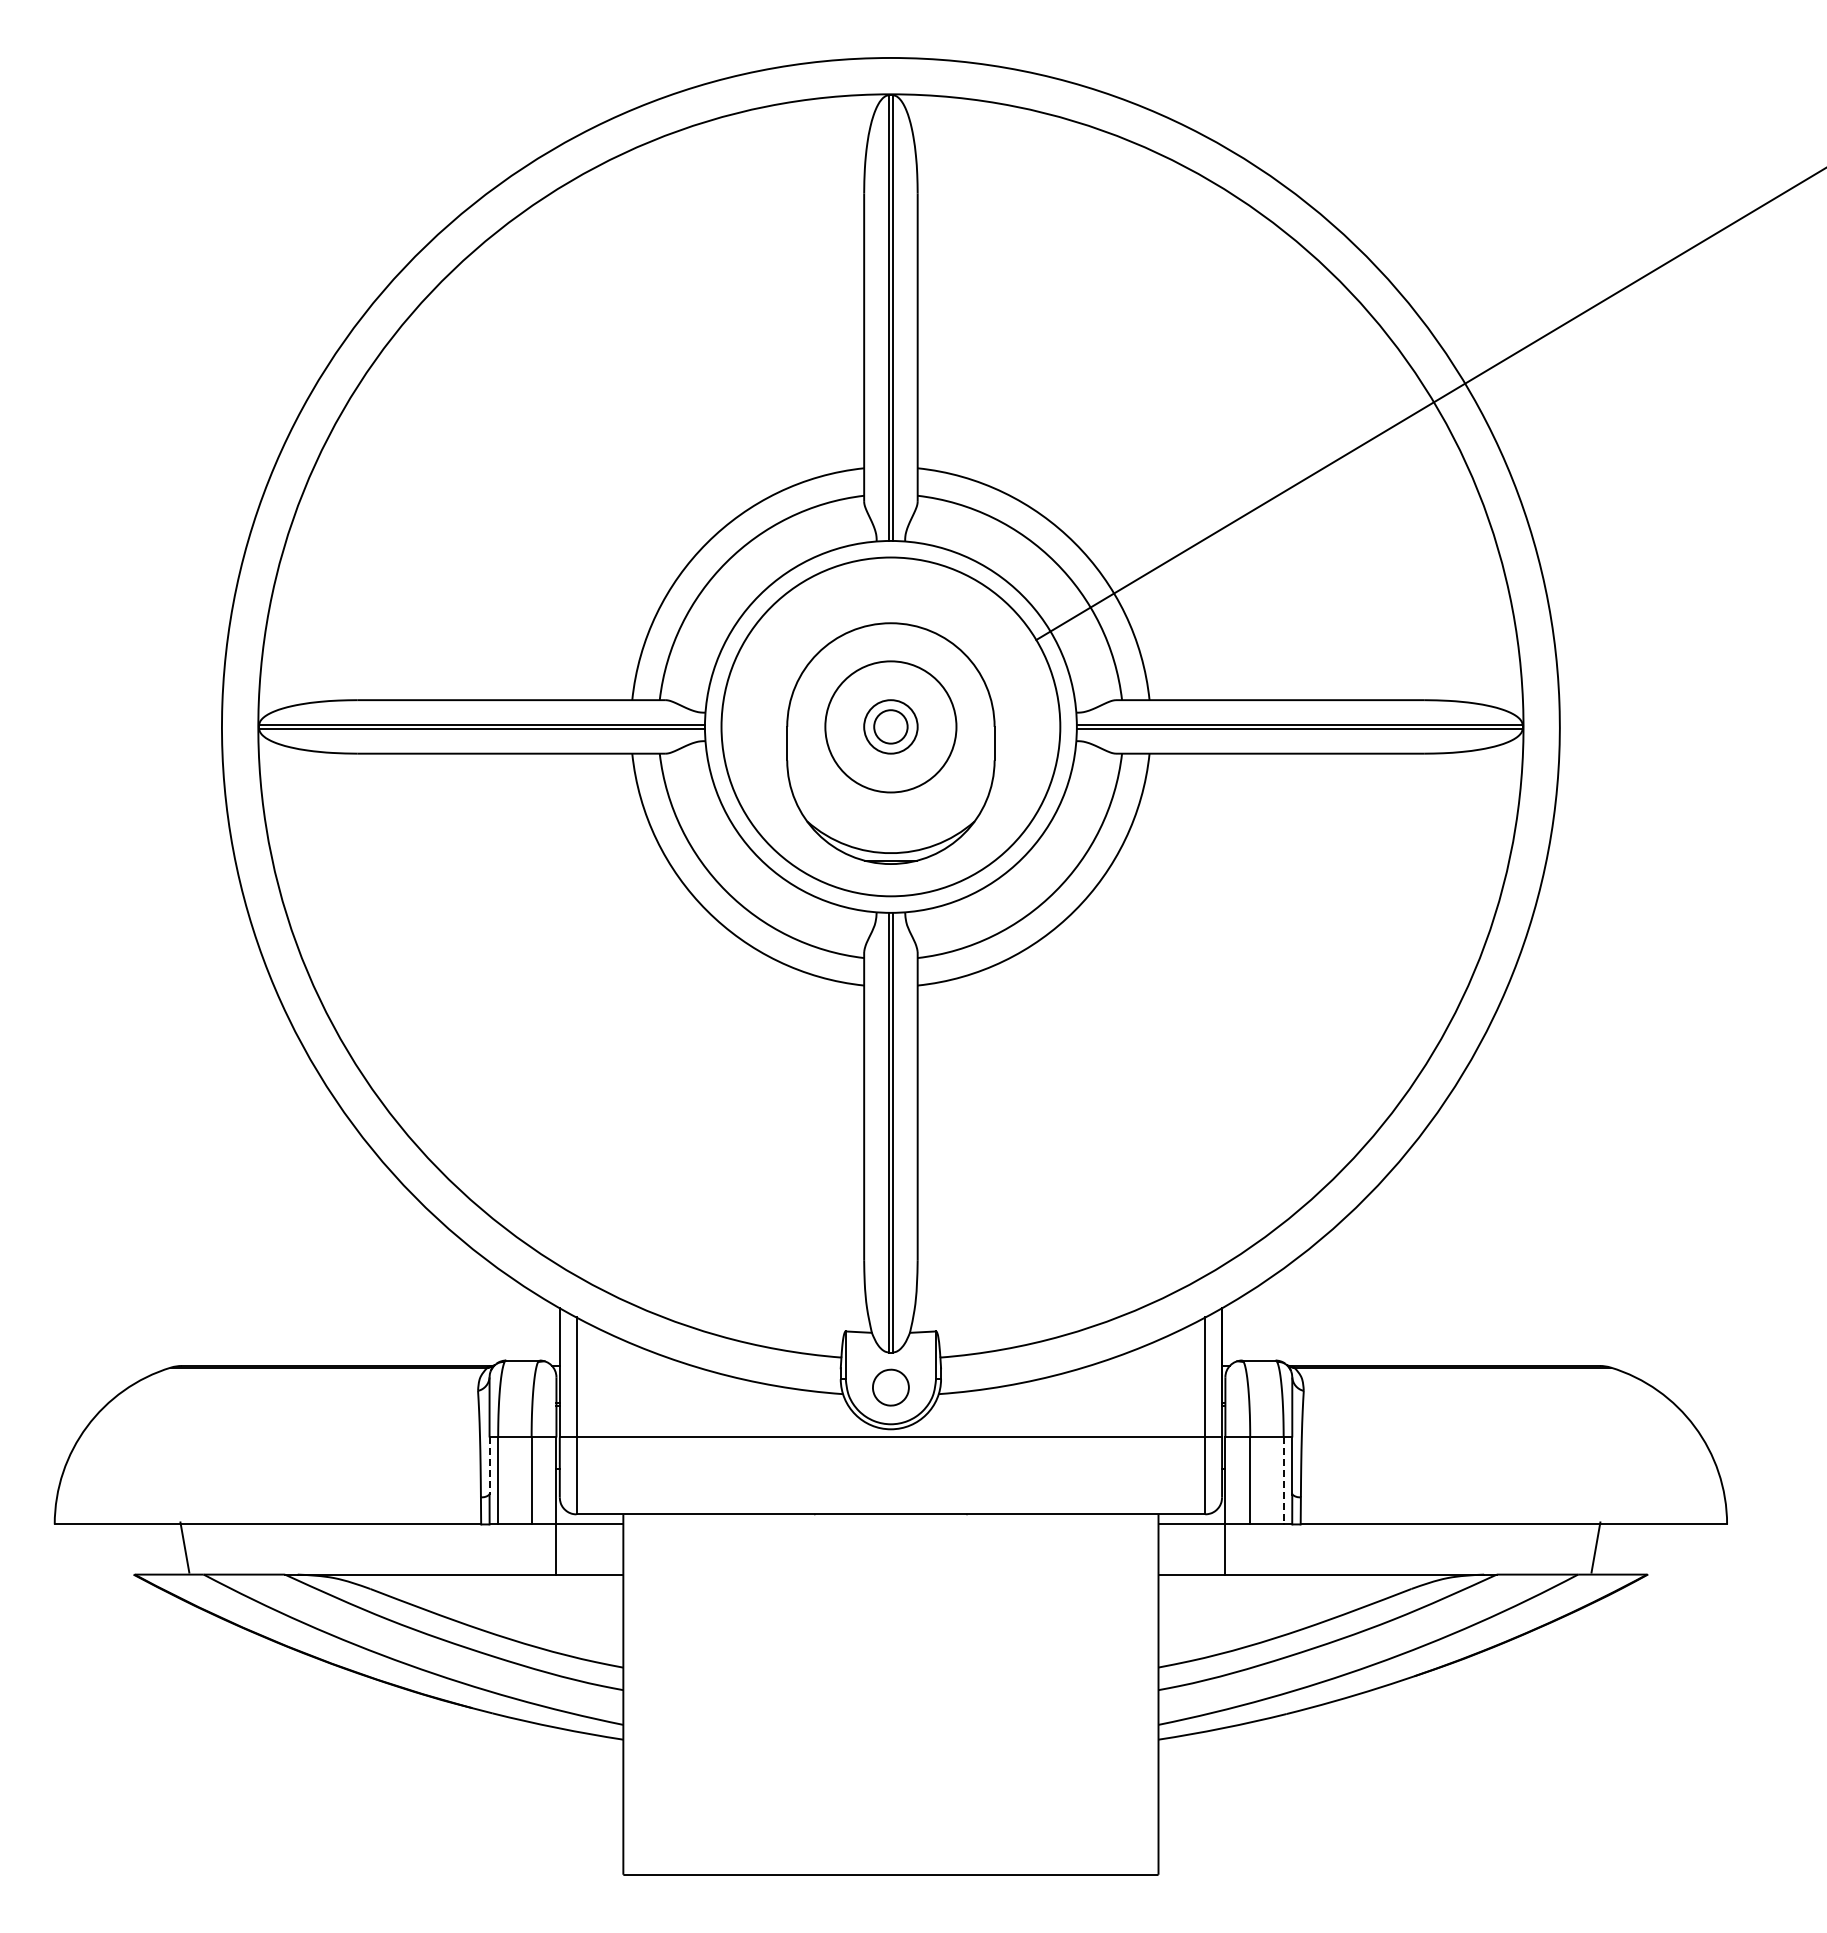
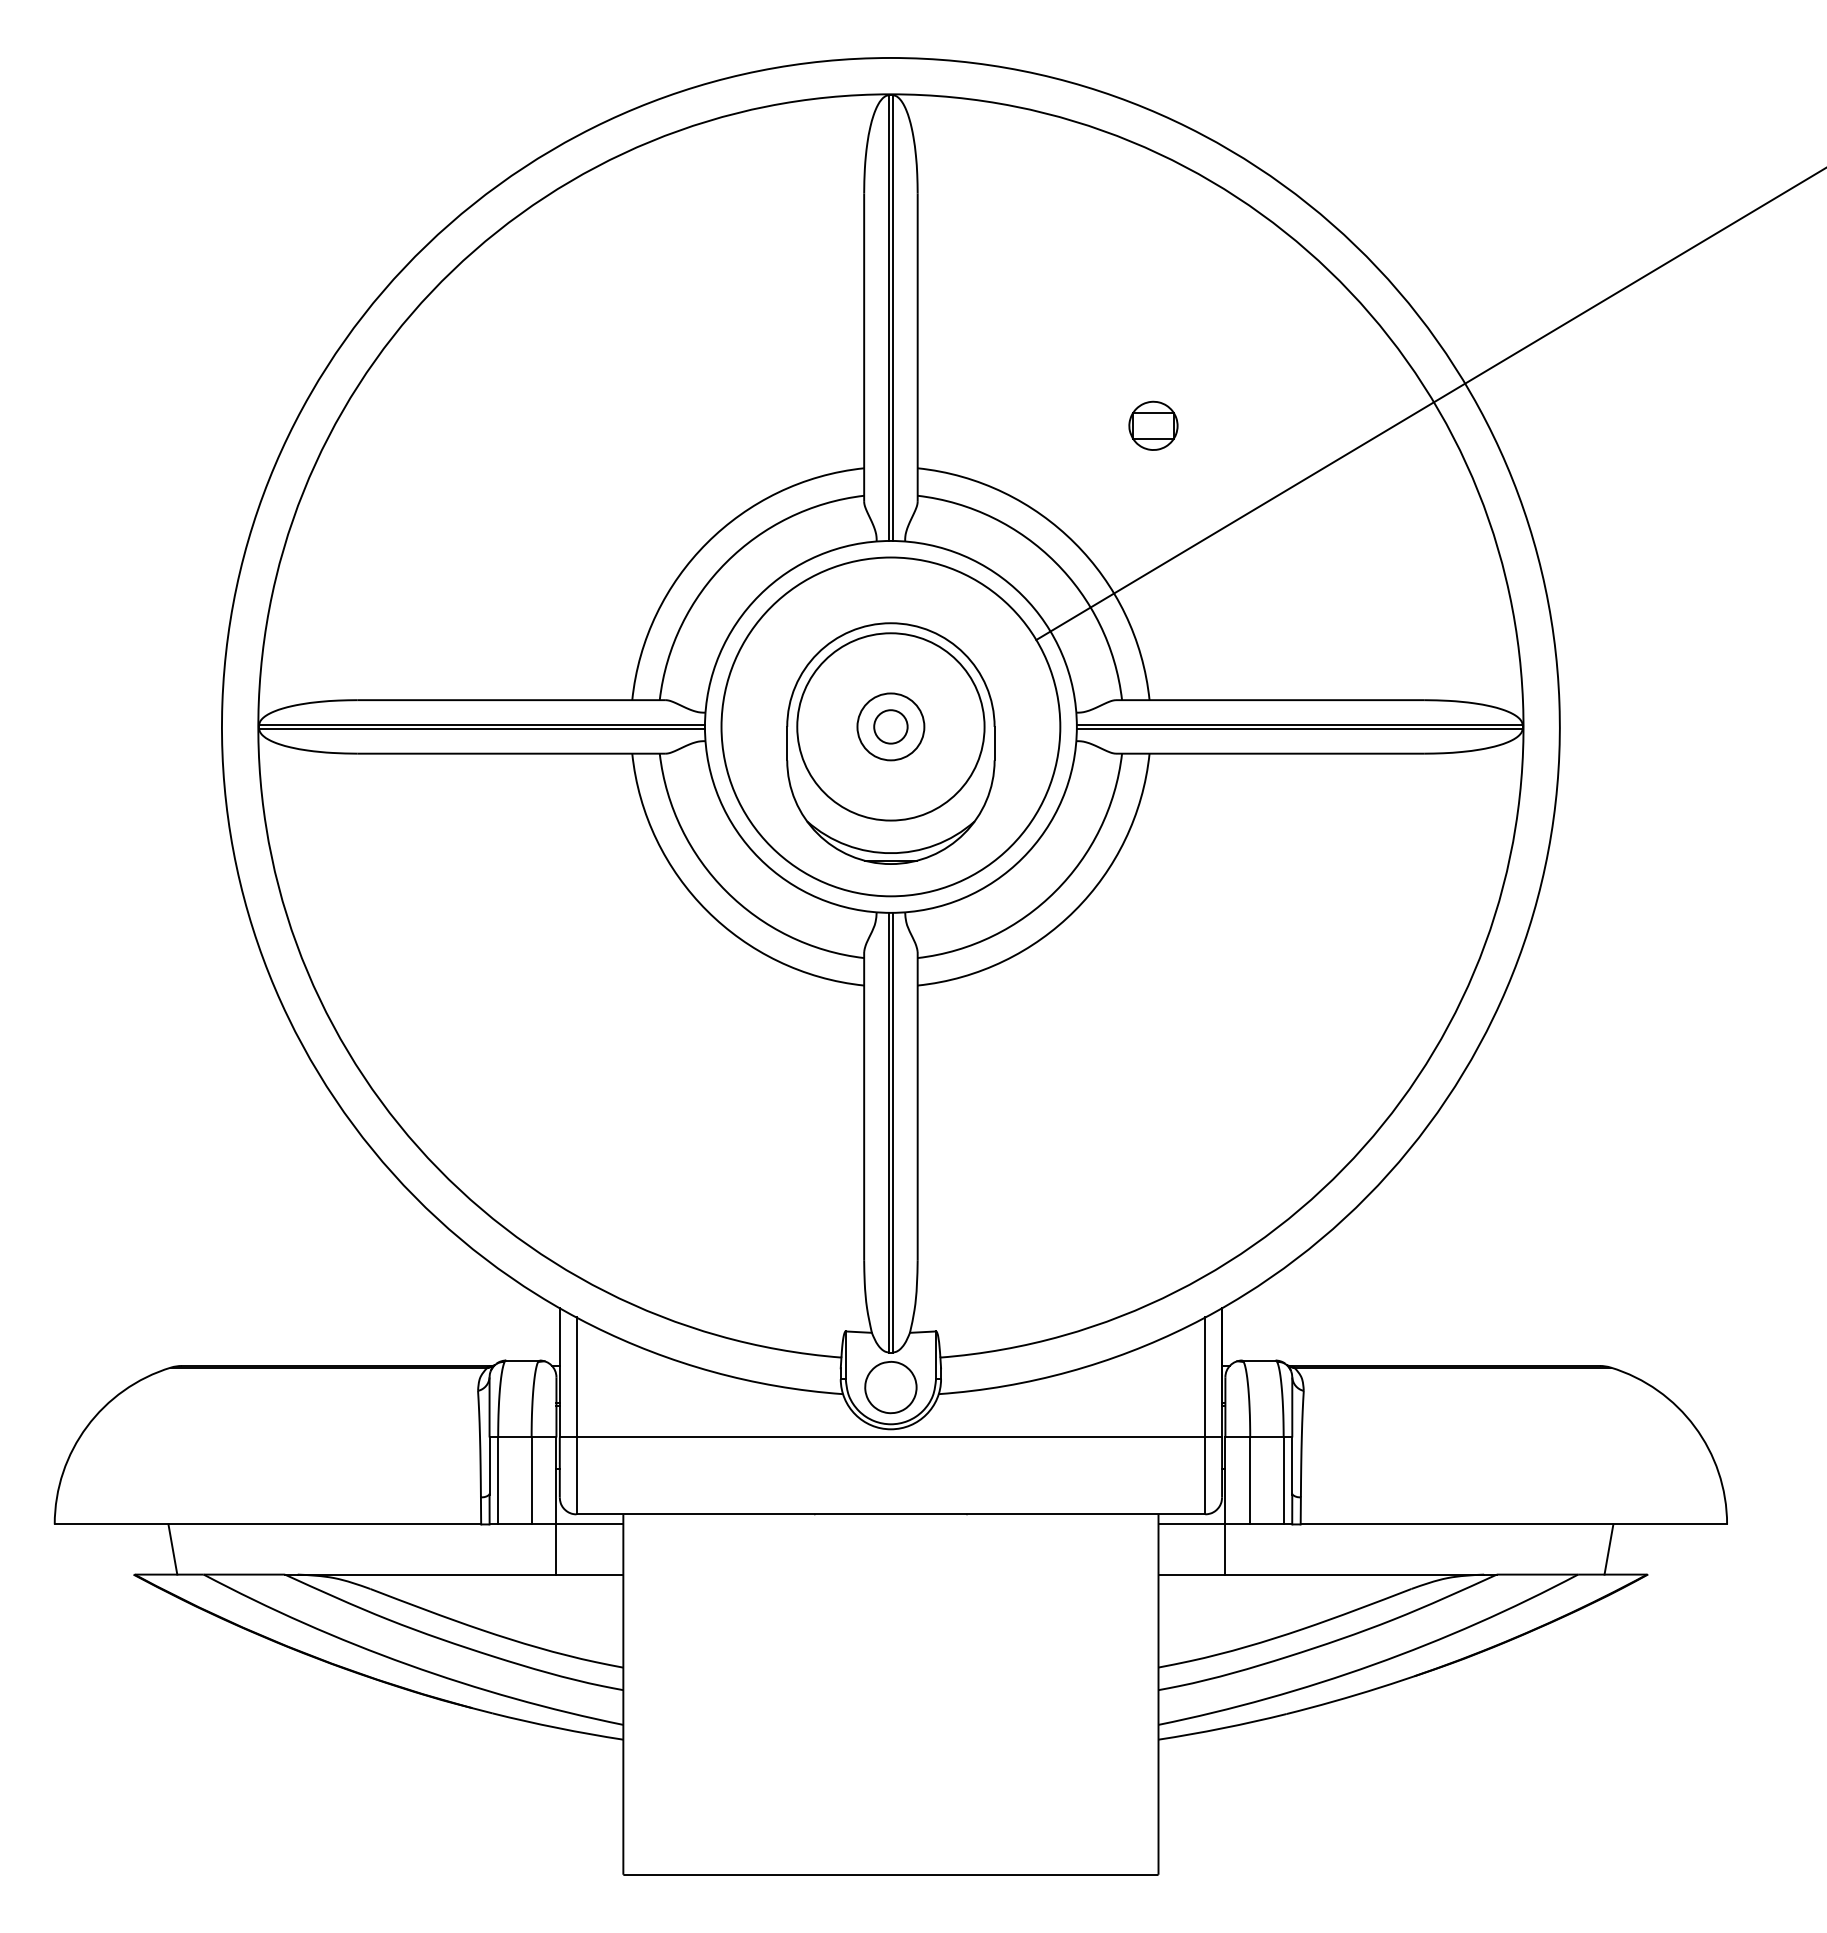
part at (1153, 425): none -> present
circle at (890, 726) diameter: 131 px -> 187 px
circle at (890, 726) diameter: 54 px -> 67 px
part at (890, 1387) size: 38x39 px -> 54x54 px
line at (489, 1466): dashed -> solid
line at (1283, 1481): dashed -> solid
line at (184, 1547) position: (184, 1547) -> (172, 1549)
line at (1595, 1547) position: (1595, 1547) -> (1608, 1549)
